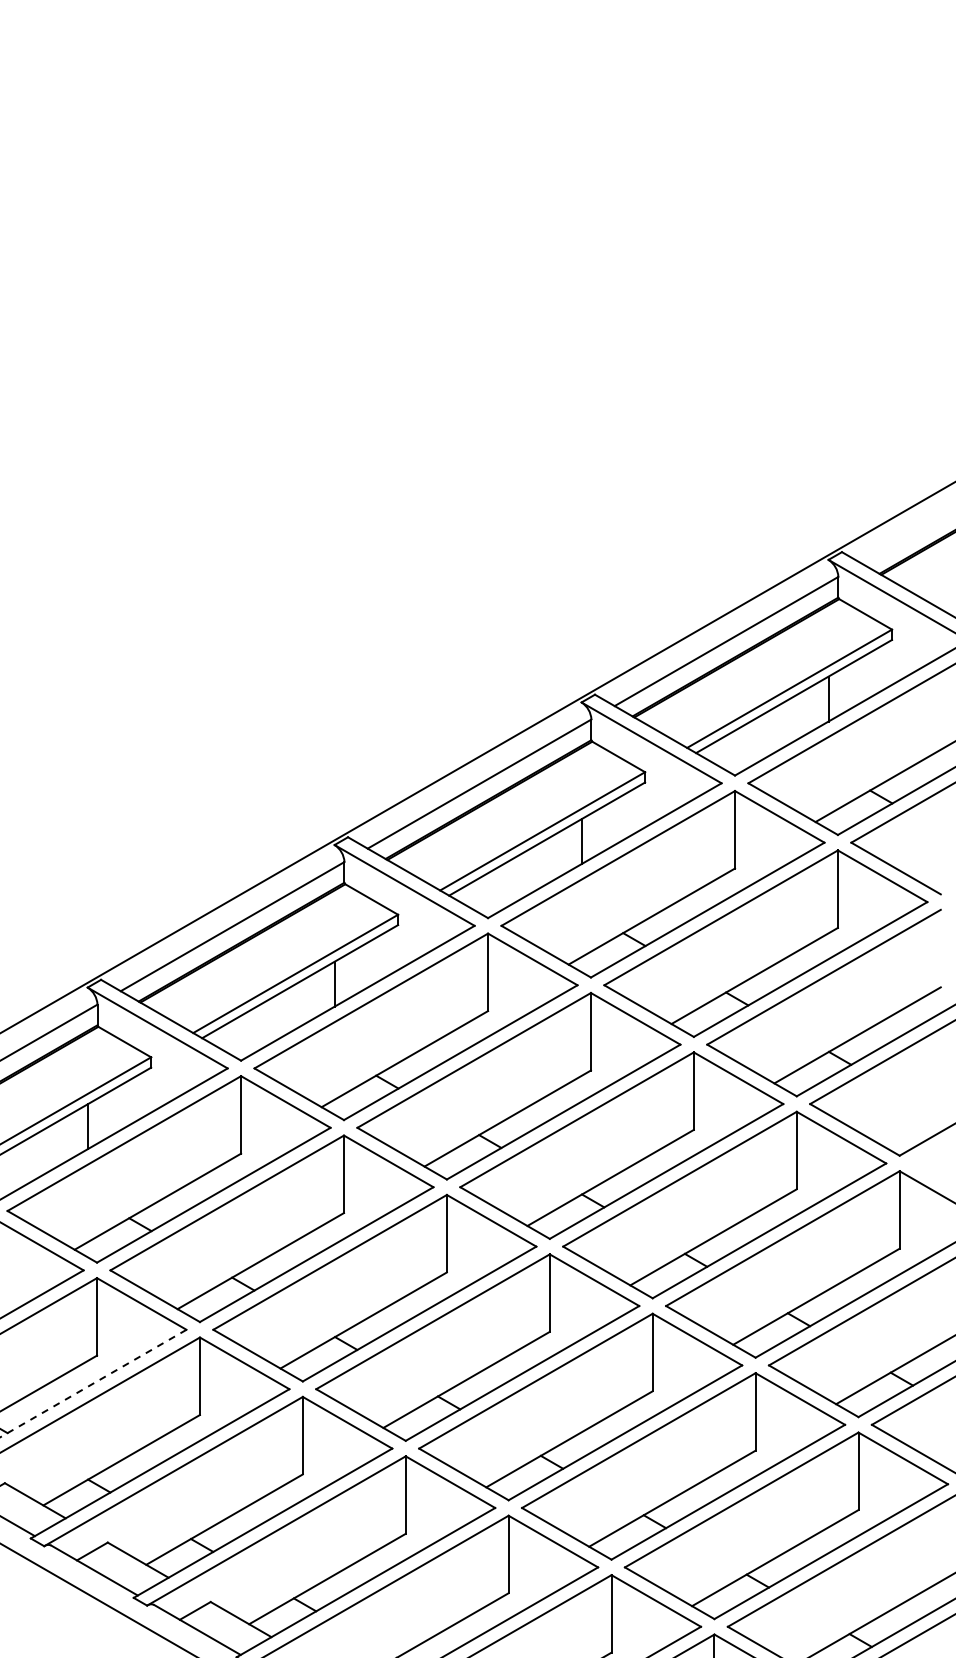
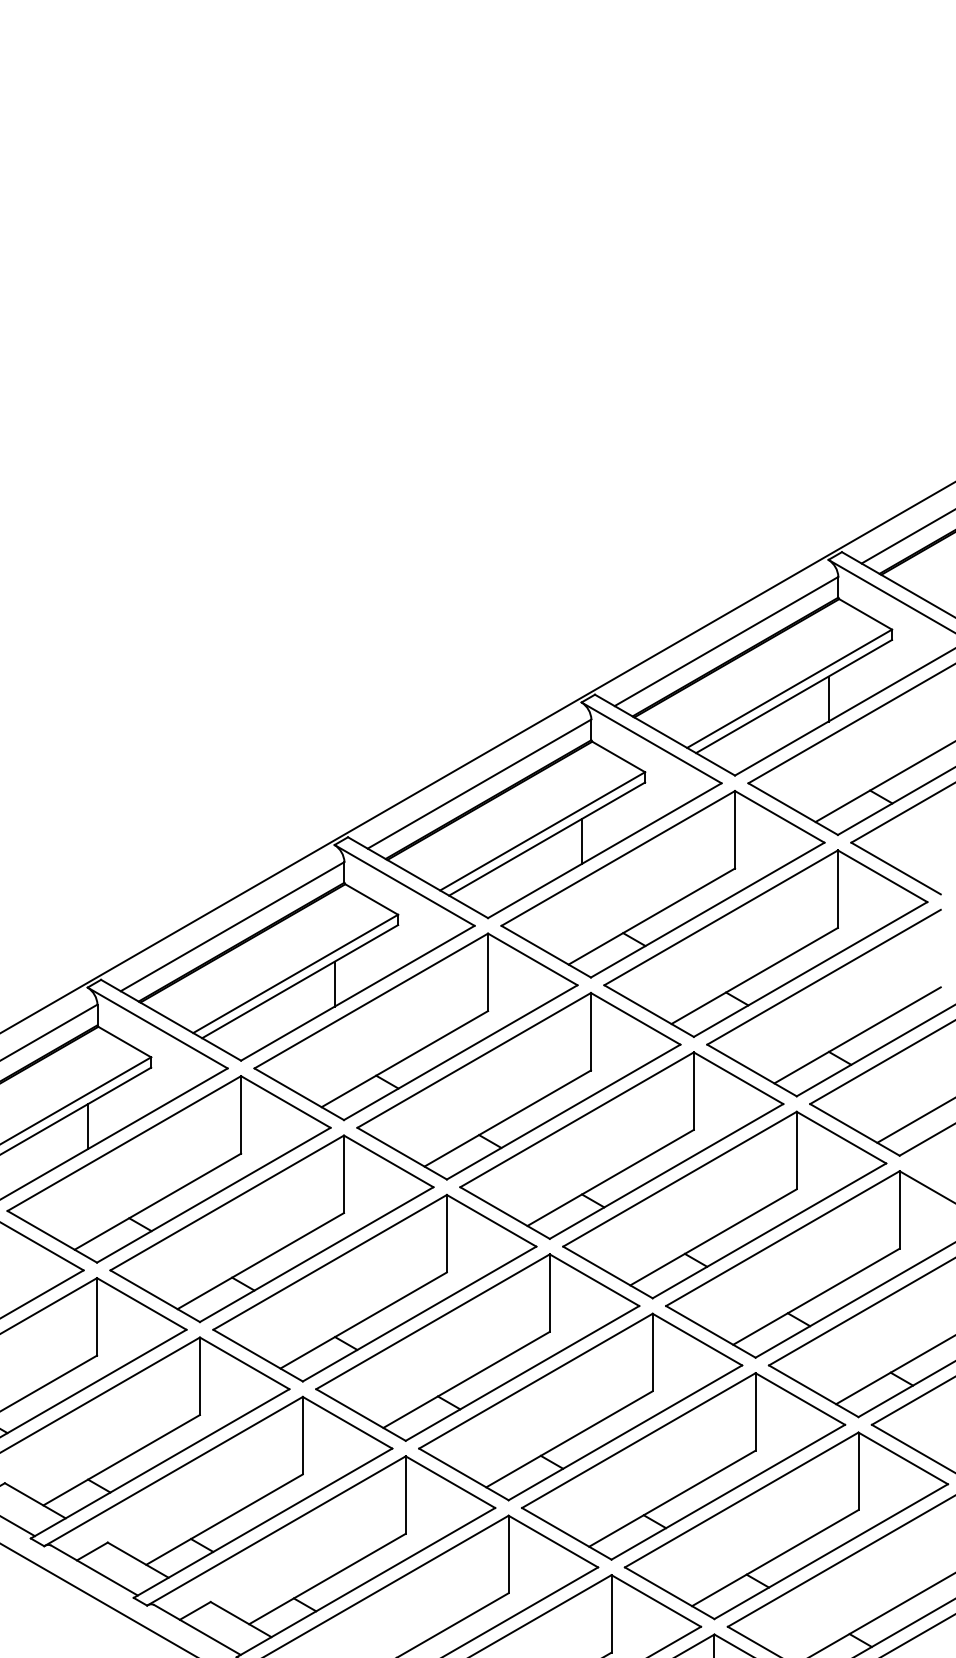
line at (906, 536): none -> present
line at (914, 1120): none -> present
line at (93, 1383): dashed -> solid
